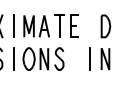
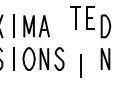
part at (66, 25) position: (66, 25) -> (82, 17)
line at (89, 58) position: (89, 58) -> (80, 65)
